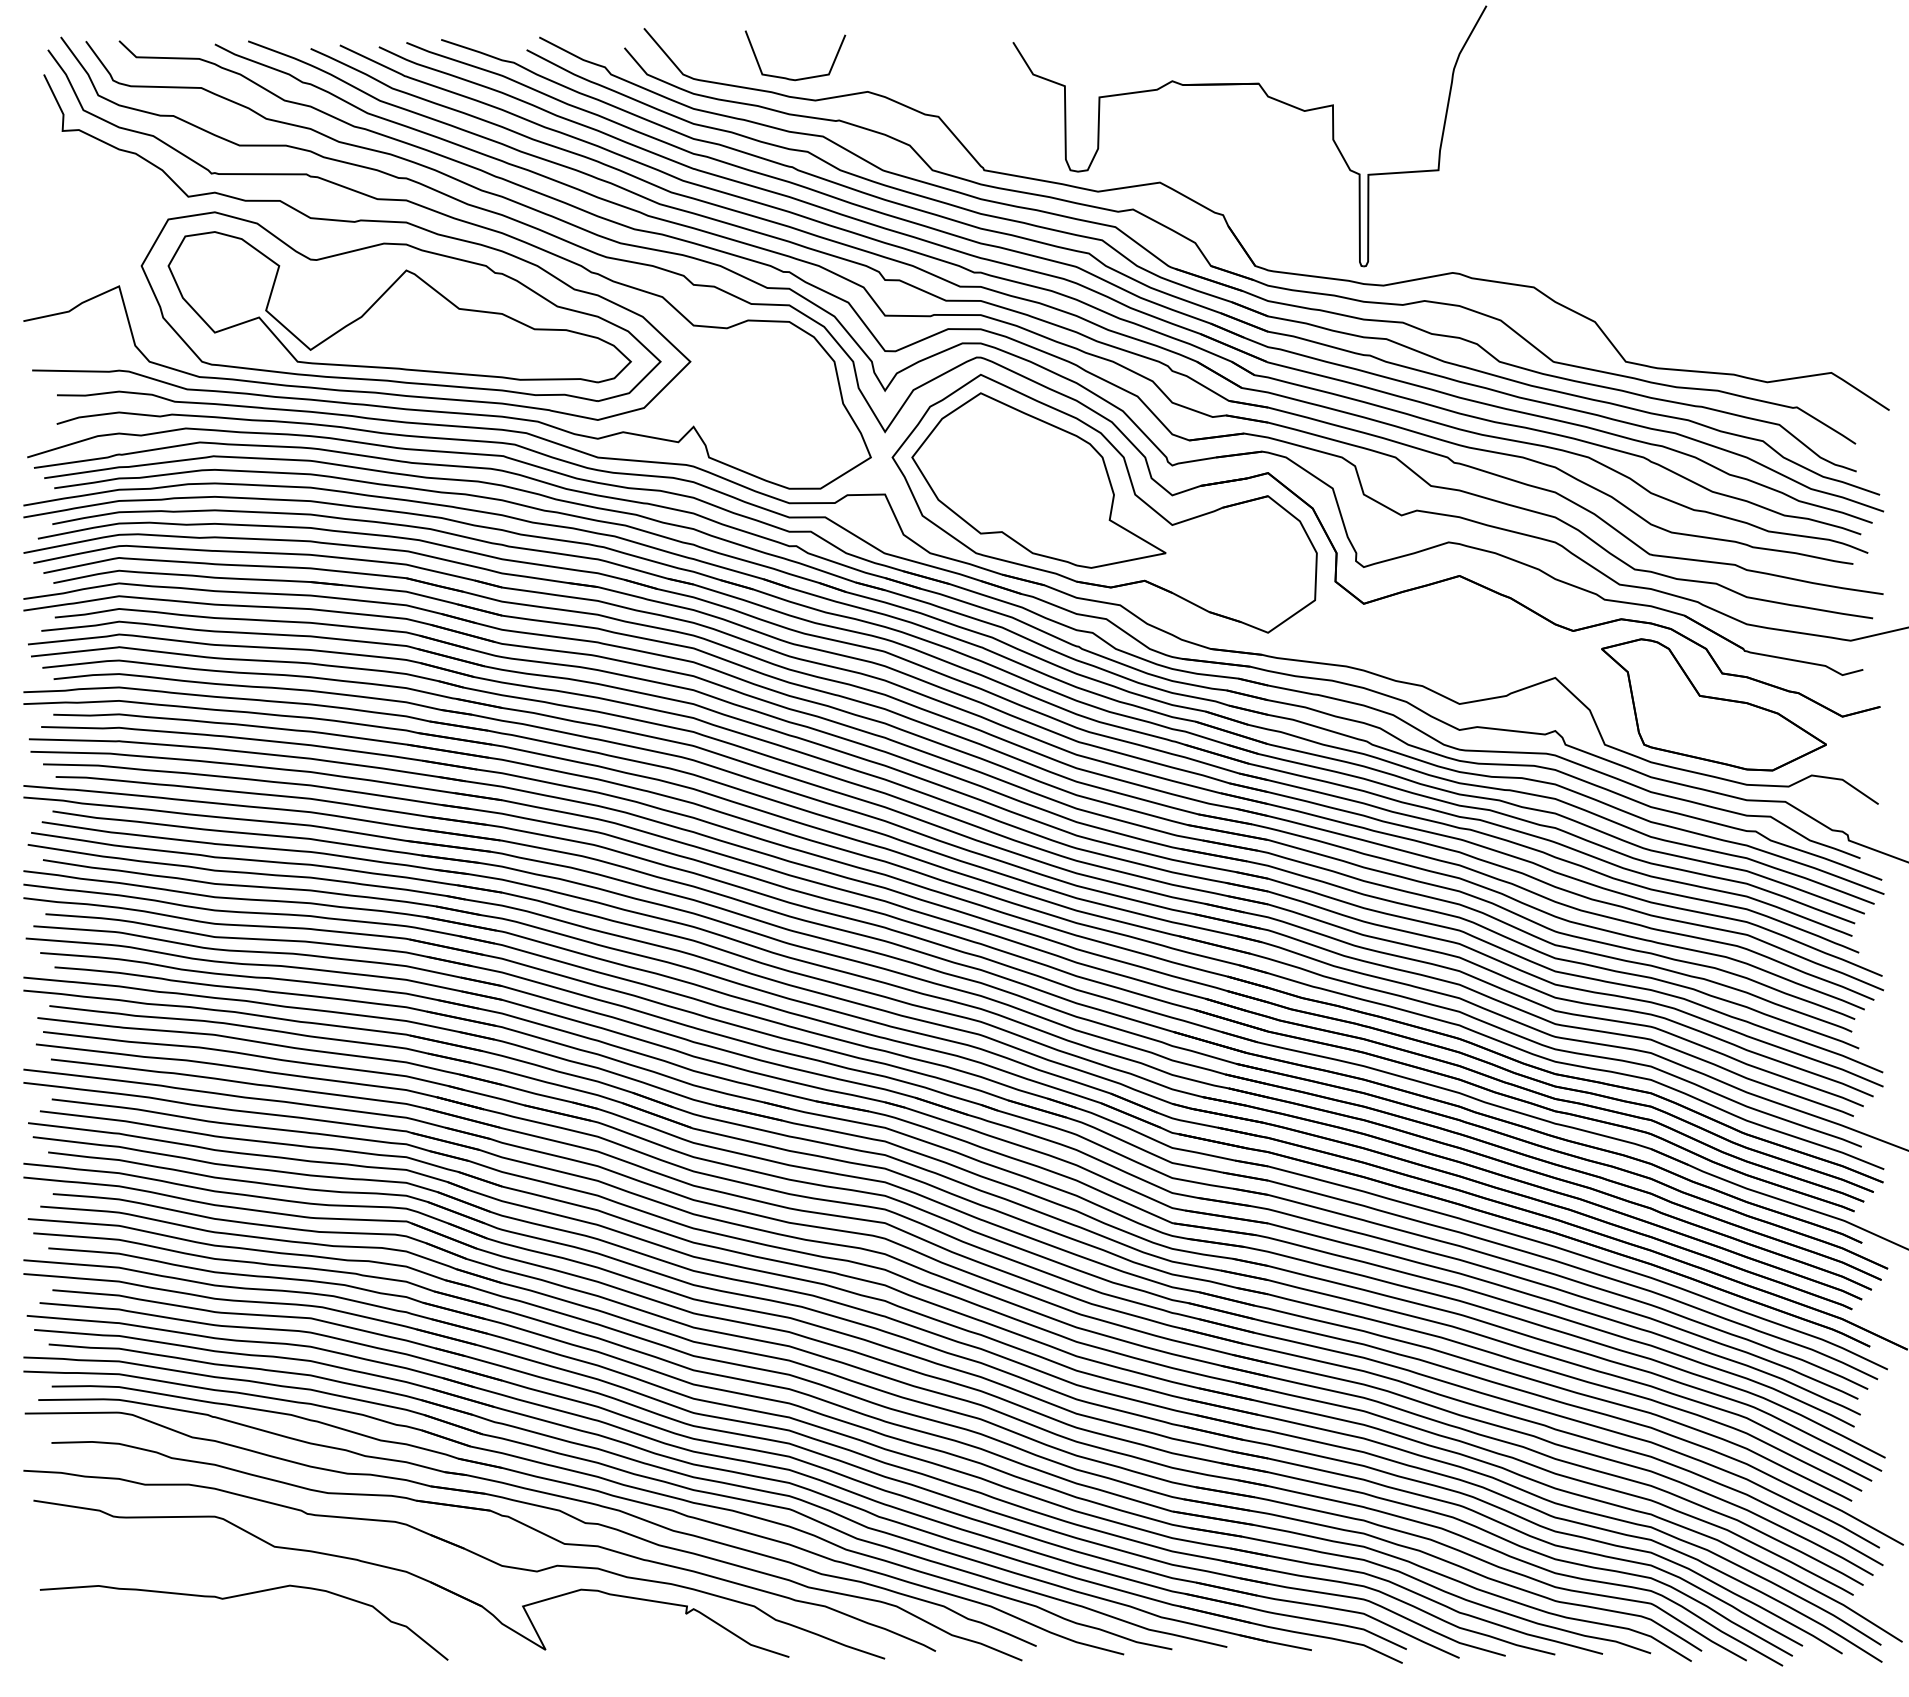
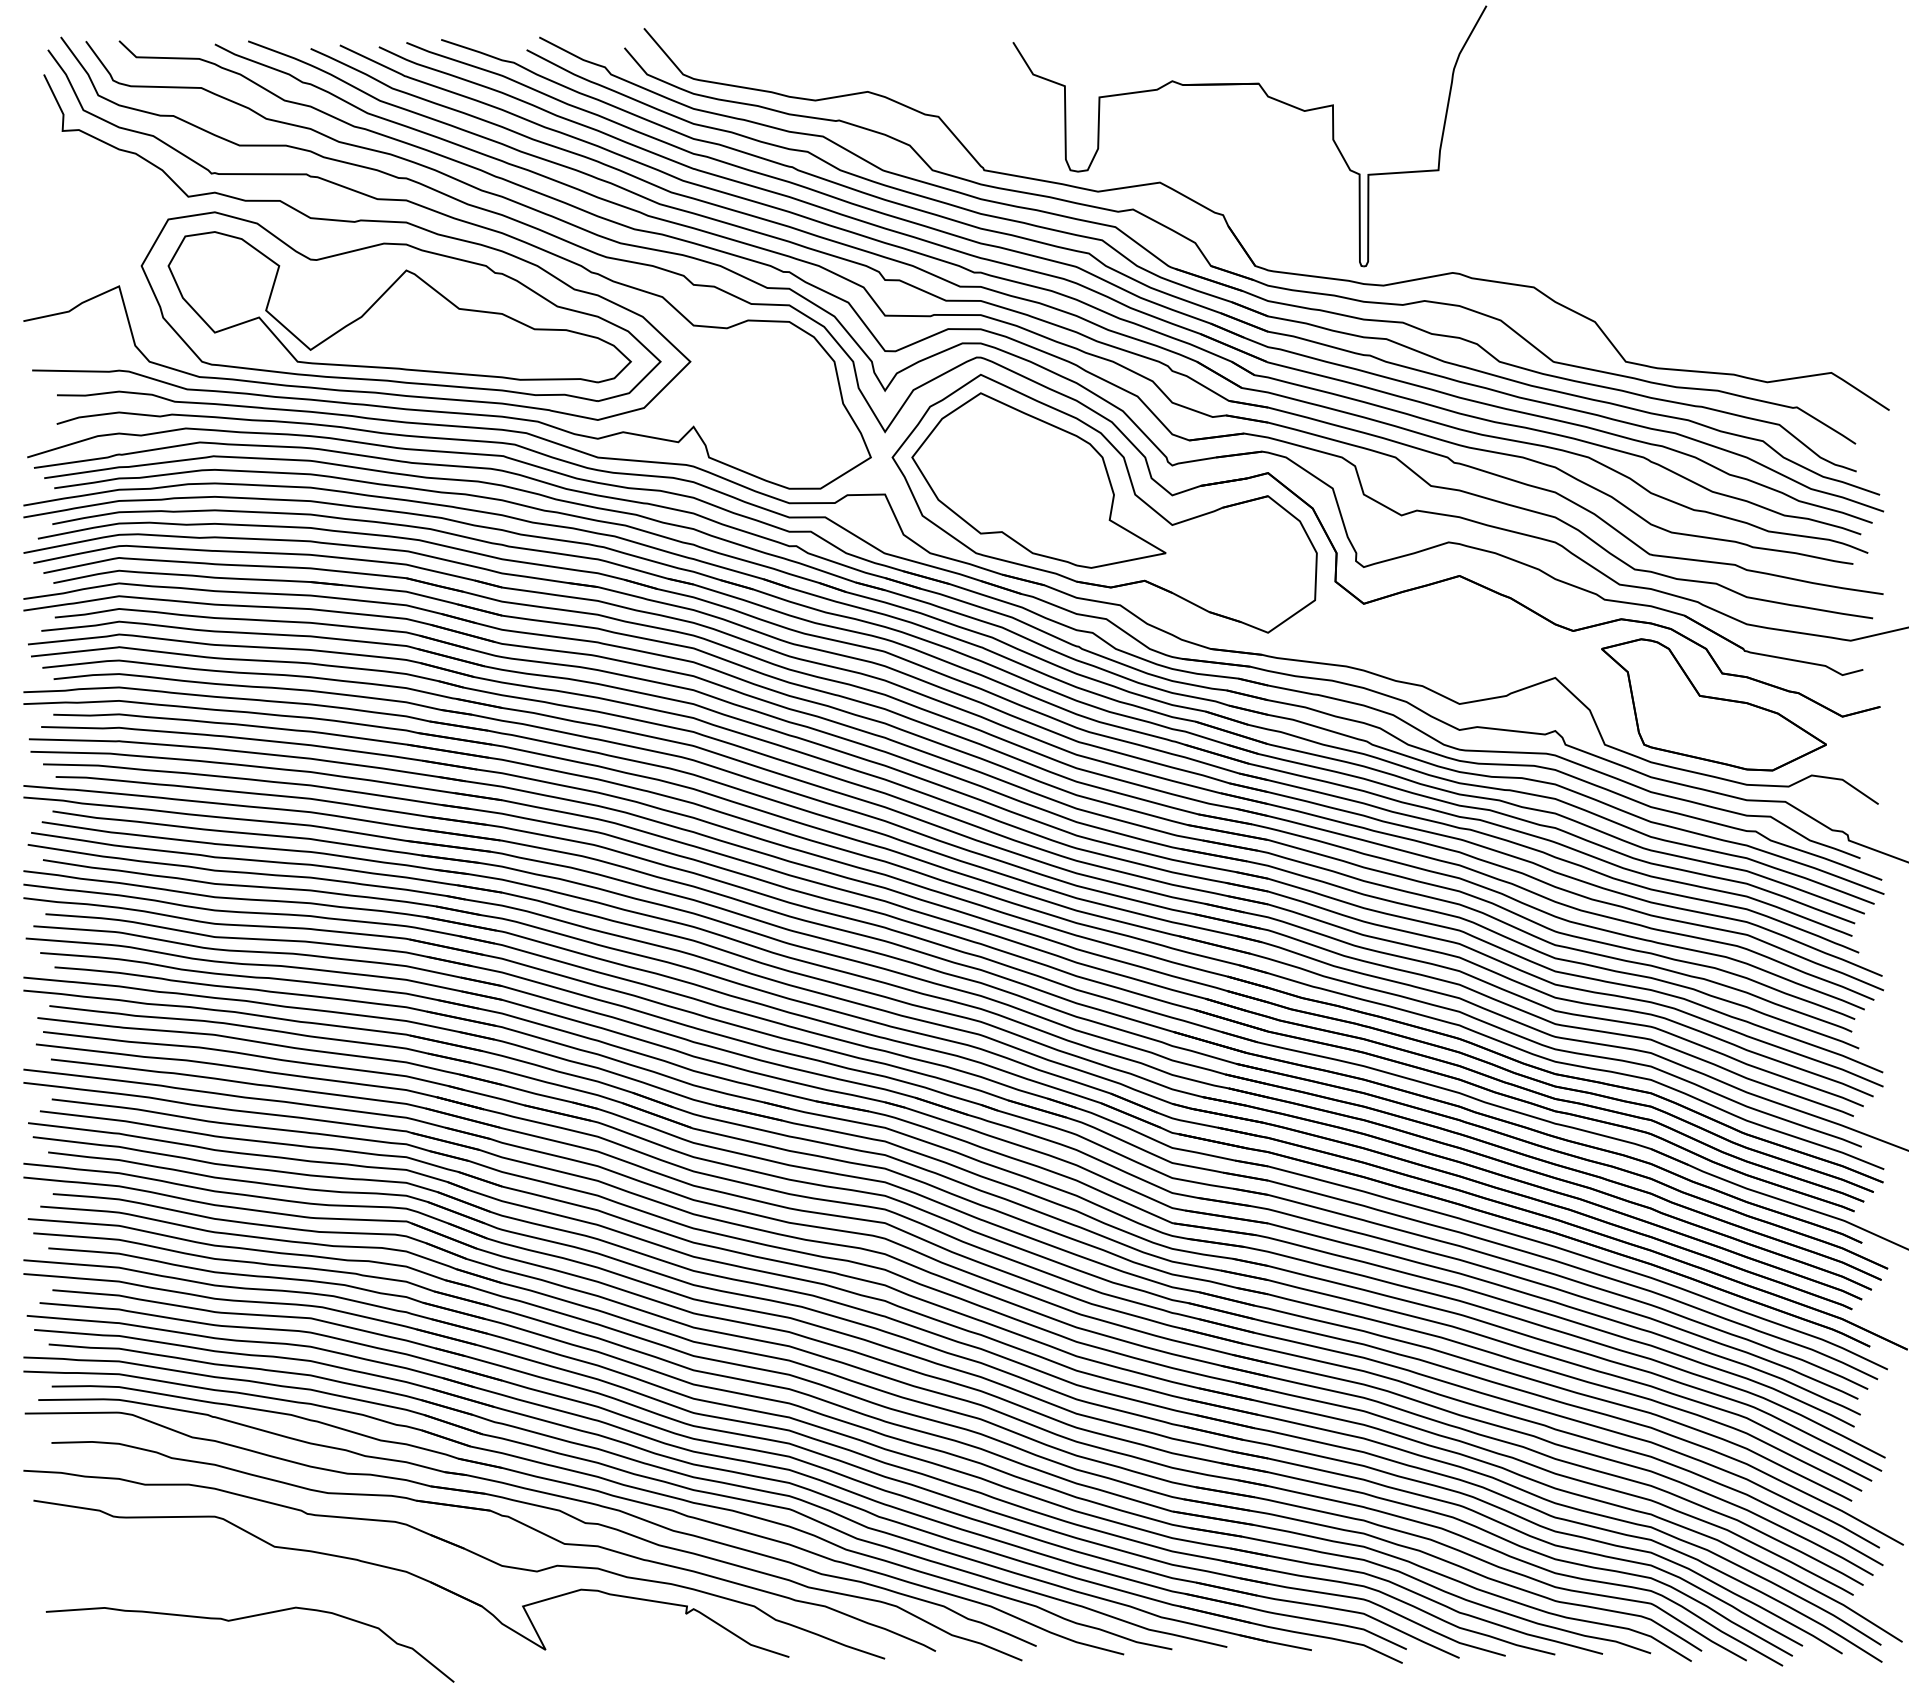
curve at (797, 78): present -> none
curve at (240, 1596) position: (240, 1596) -> (246, 1618)
